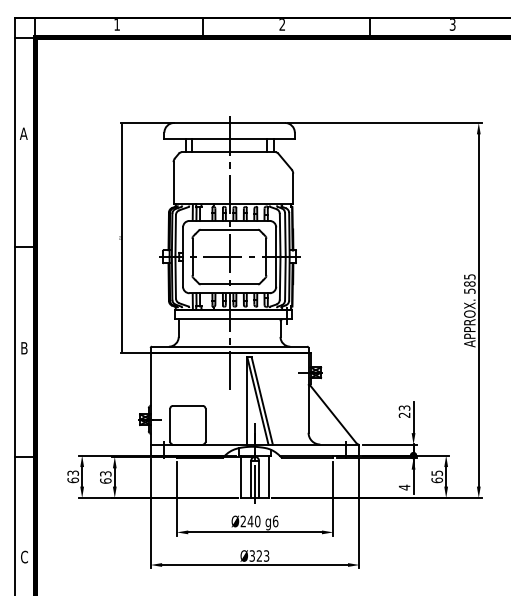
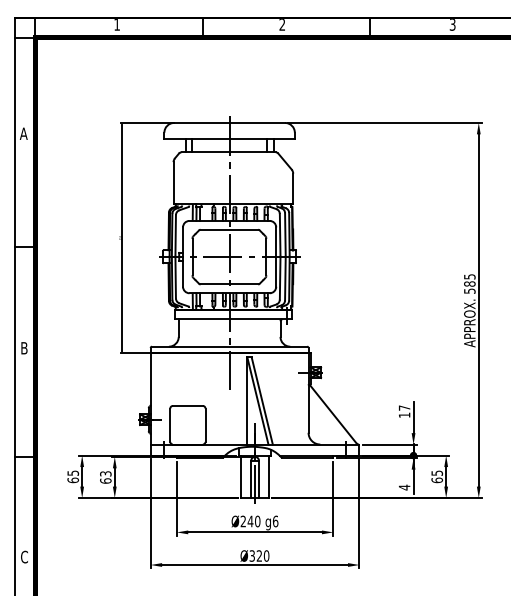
text at (404, 411): 23 -> 17
text at (72, 472): 63 -> 65
text at (266, 555): Ø323 -> Ø320
